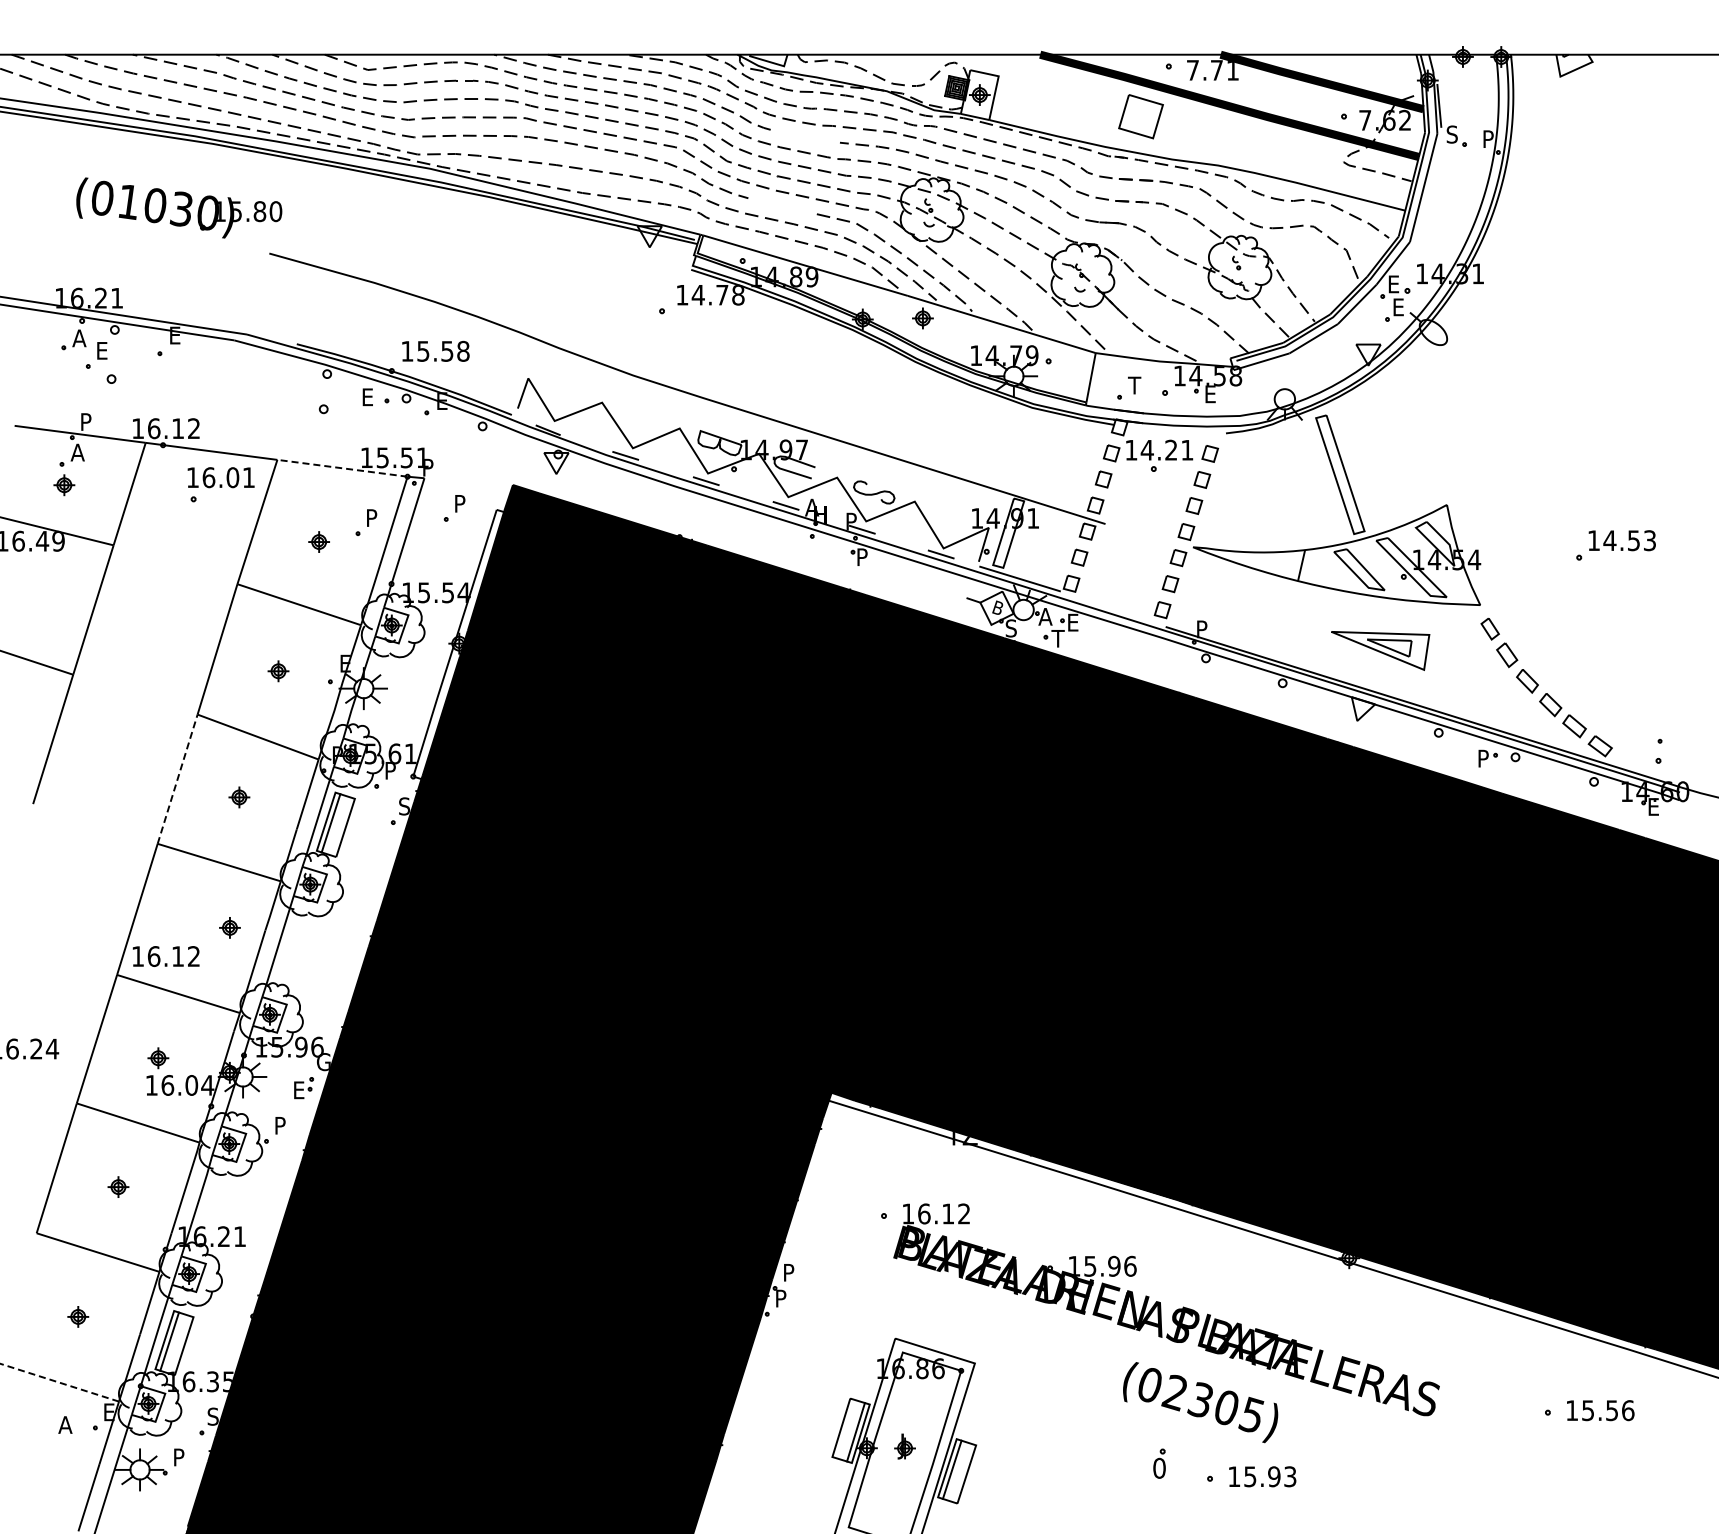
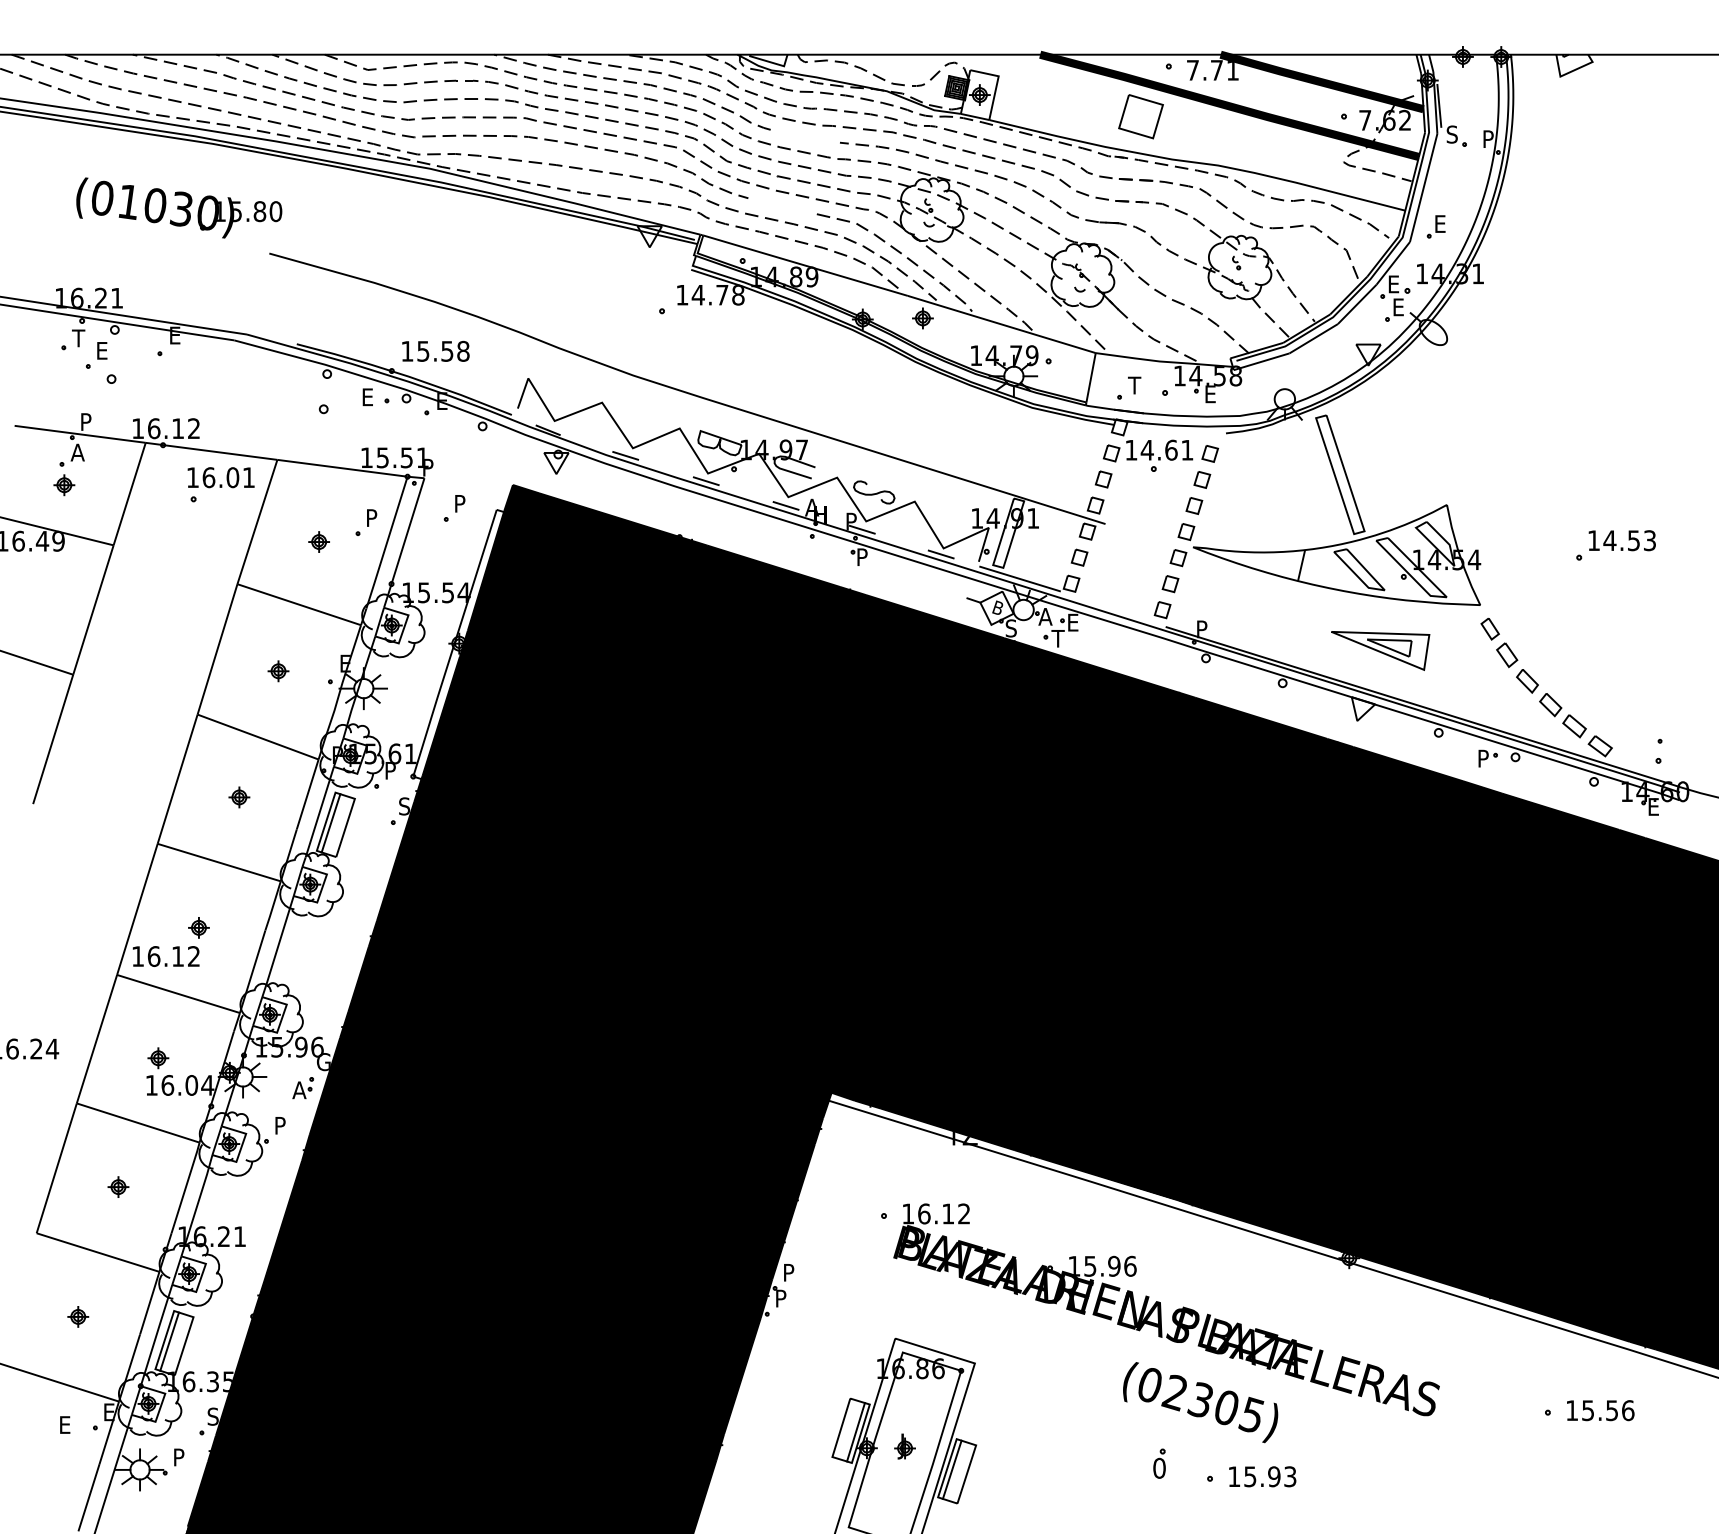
part at (1435, 226): none -> present
text at (79, 338): A -> T
text at (1171, 449): 14.21 -> 14.61
line at (342, 468): dashed -> solid
line at (177, 779): dashed -> solid
part at (229, 927) position: (229, 927) -> (198, 927)
text at (299, 1090): E -> A
line at (59, 1382): dashed -> solid
text at (65, 1424): A -> E
